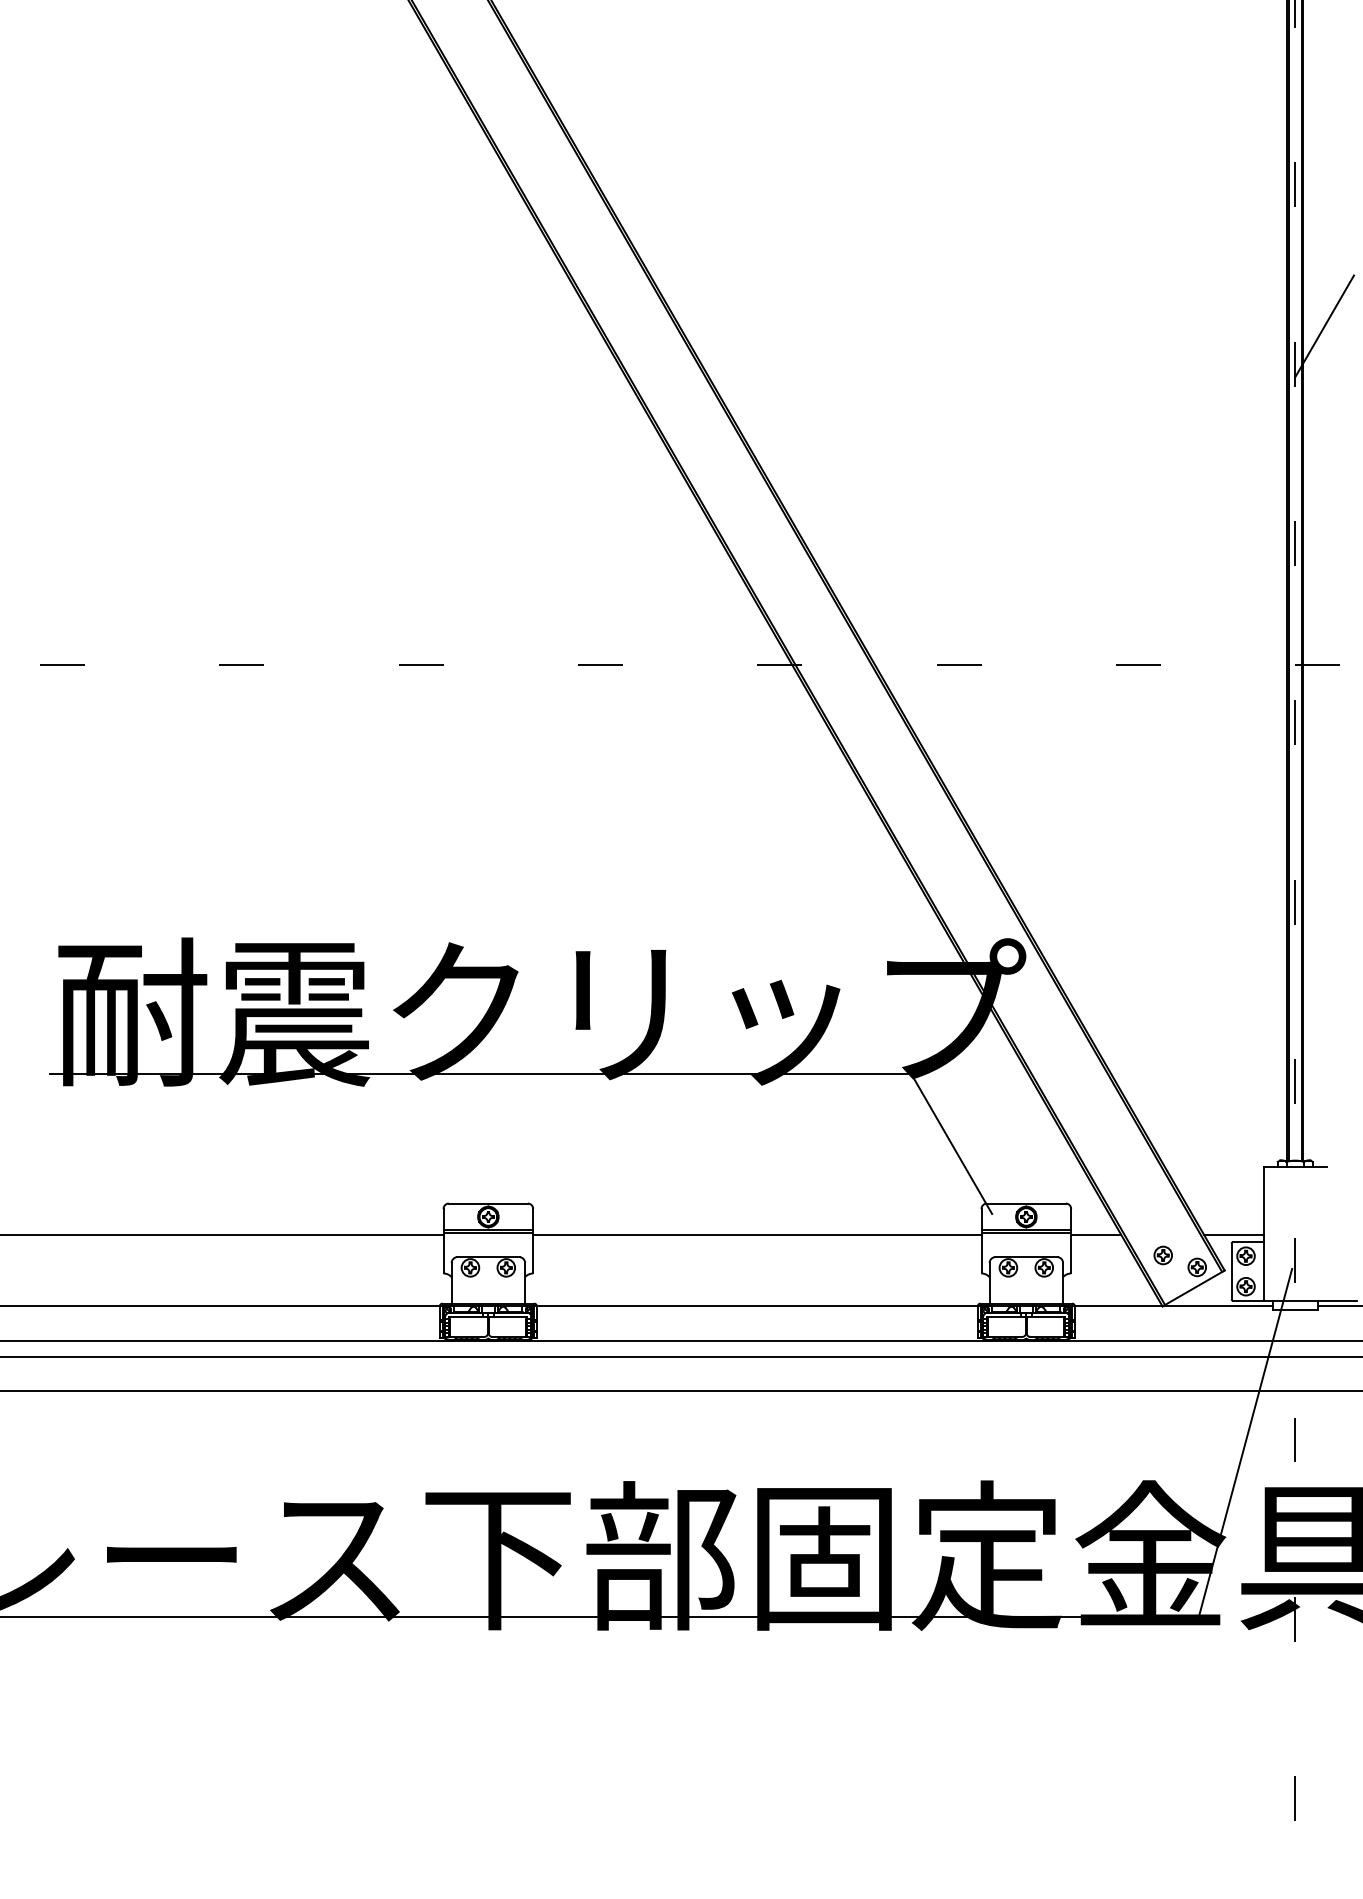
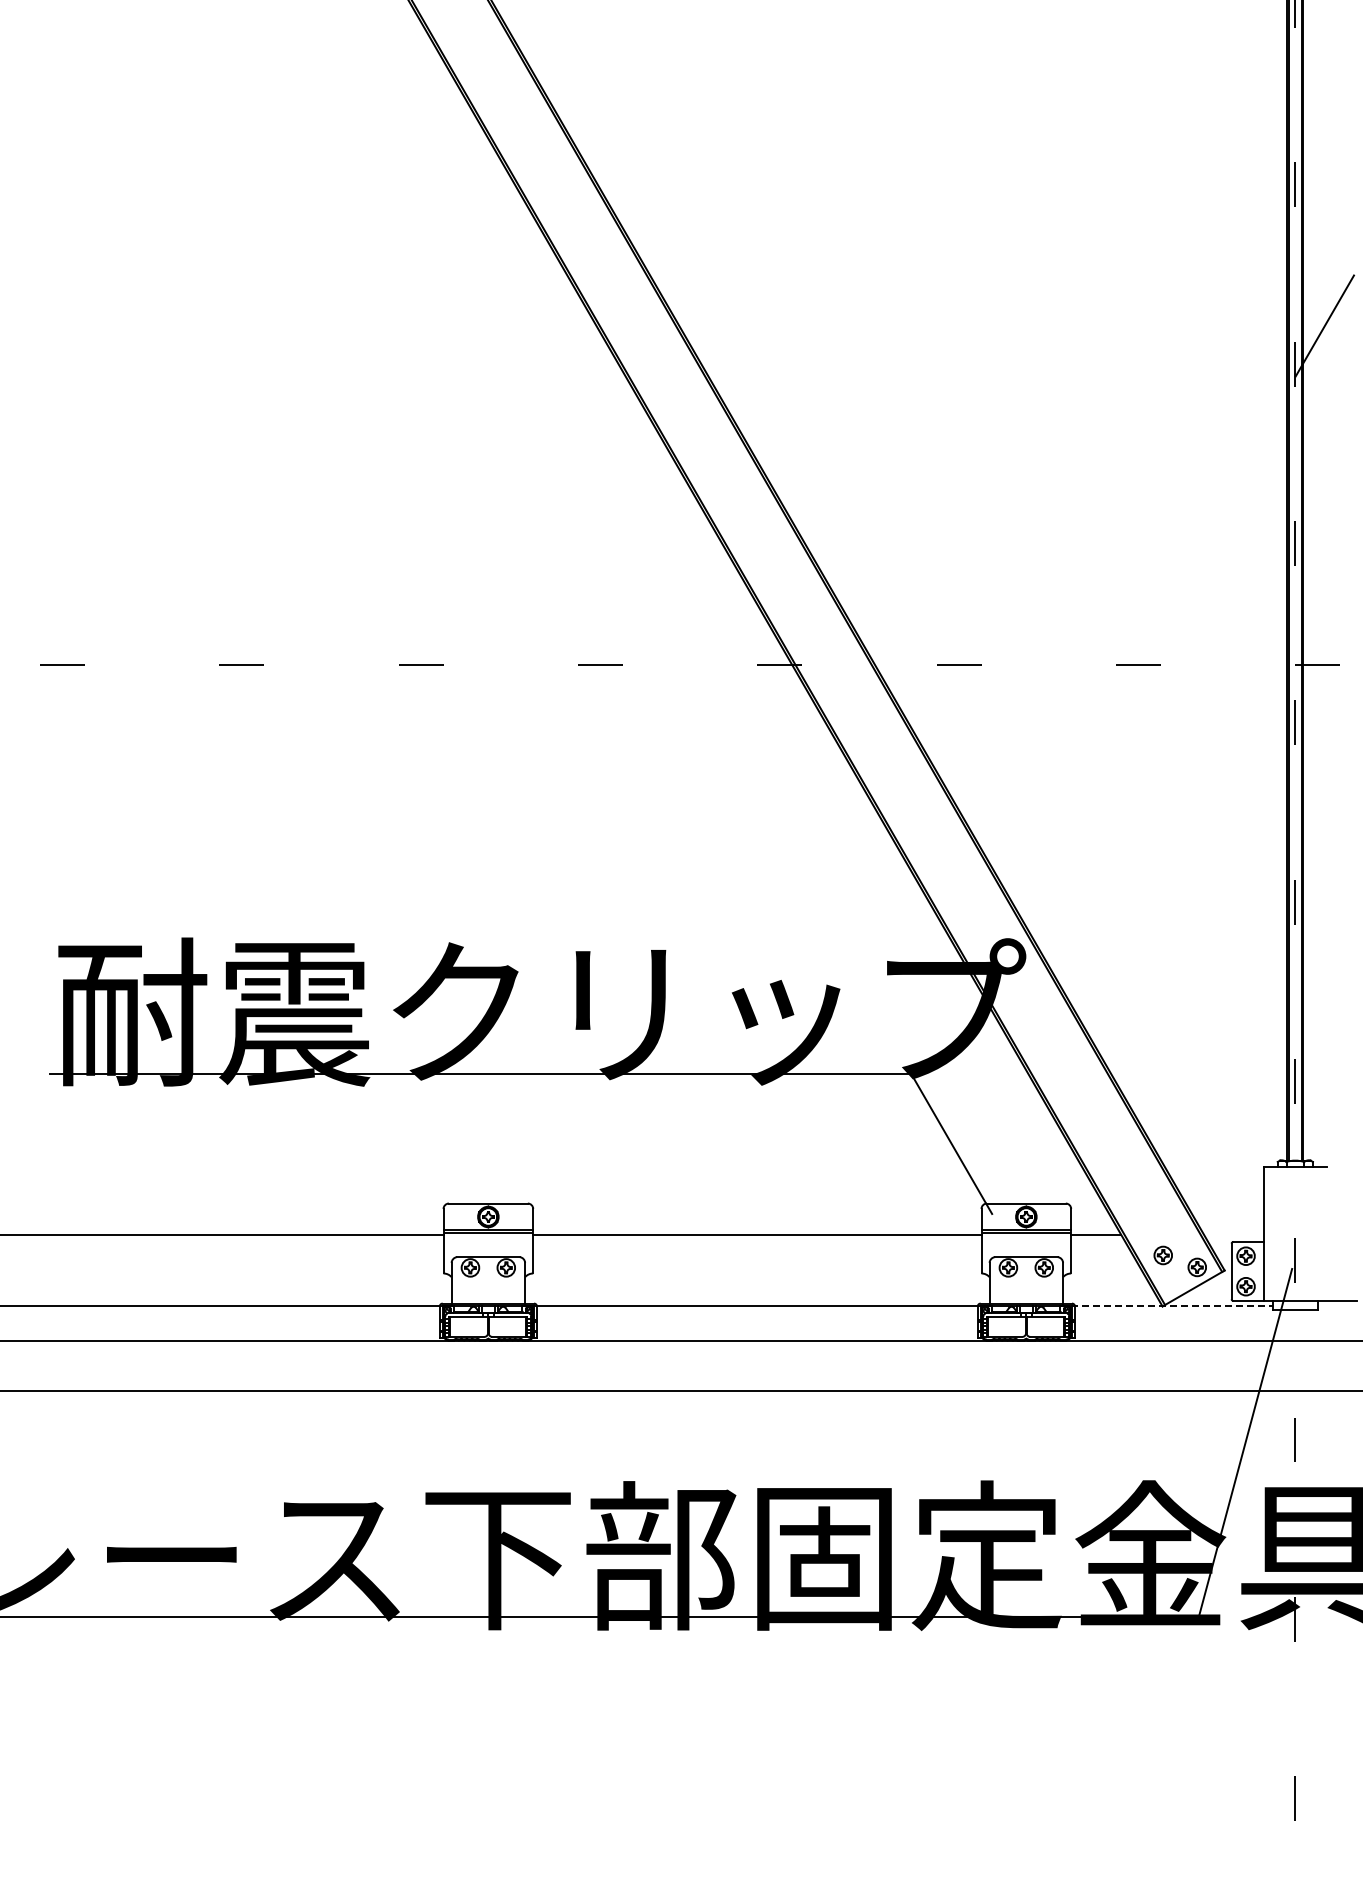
line at (1233, 1234): present -> none
line at (1167, 1306): solid -> dashed
line at (1338, 1306): present -> none
line at (680, 1356): present -> none
